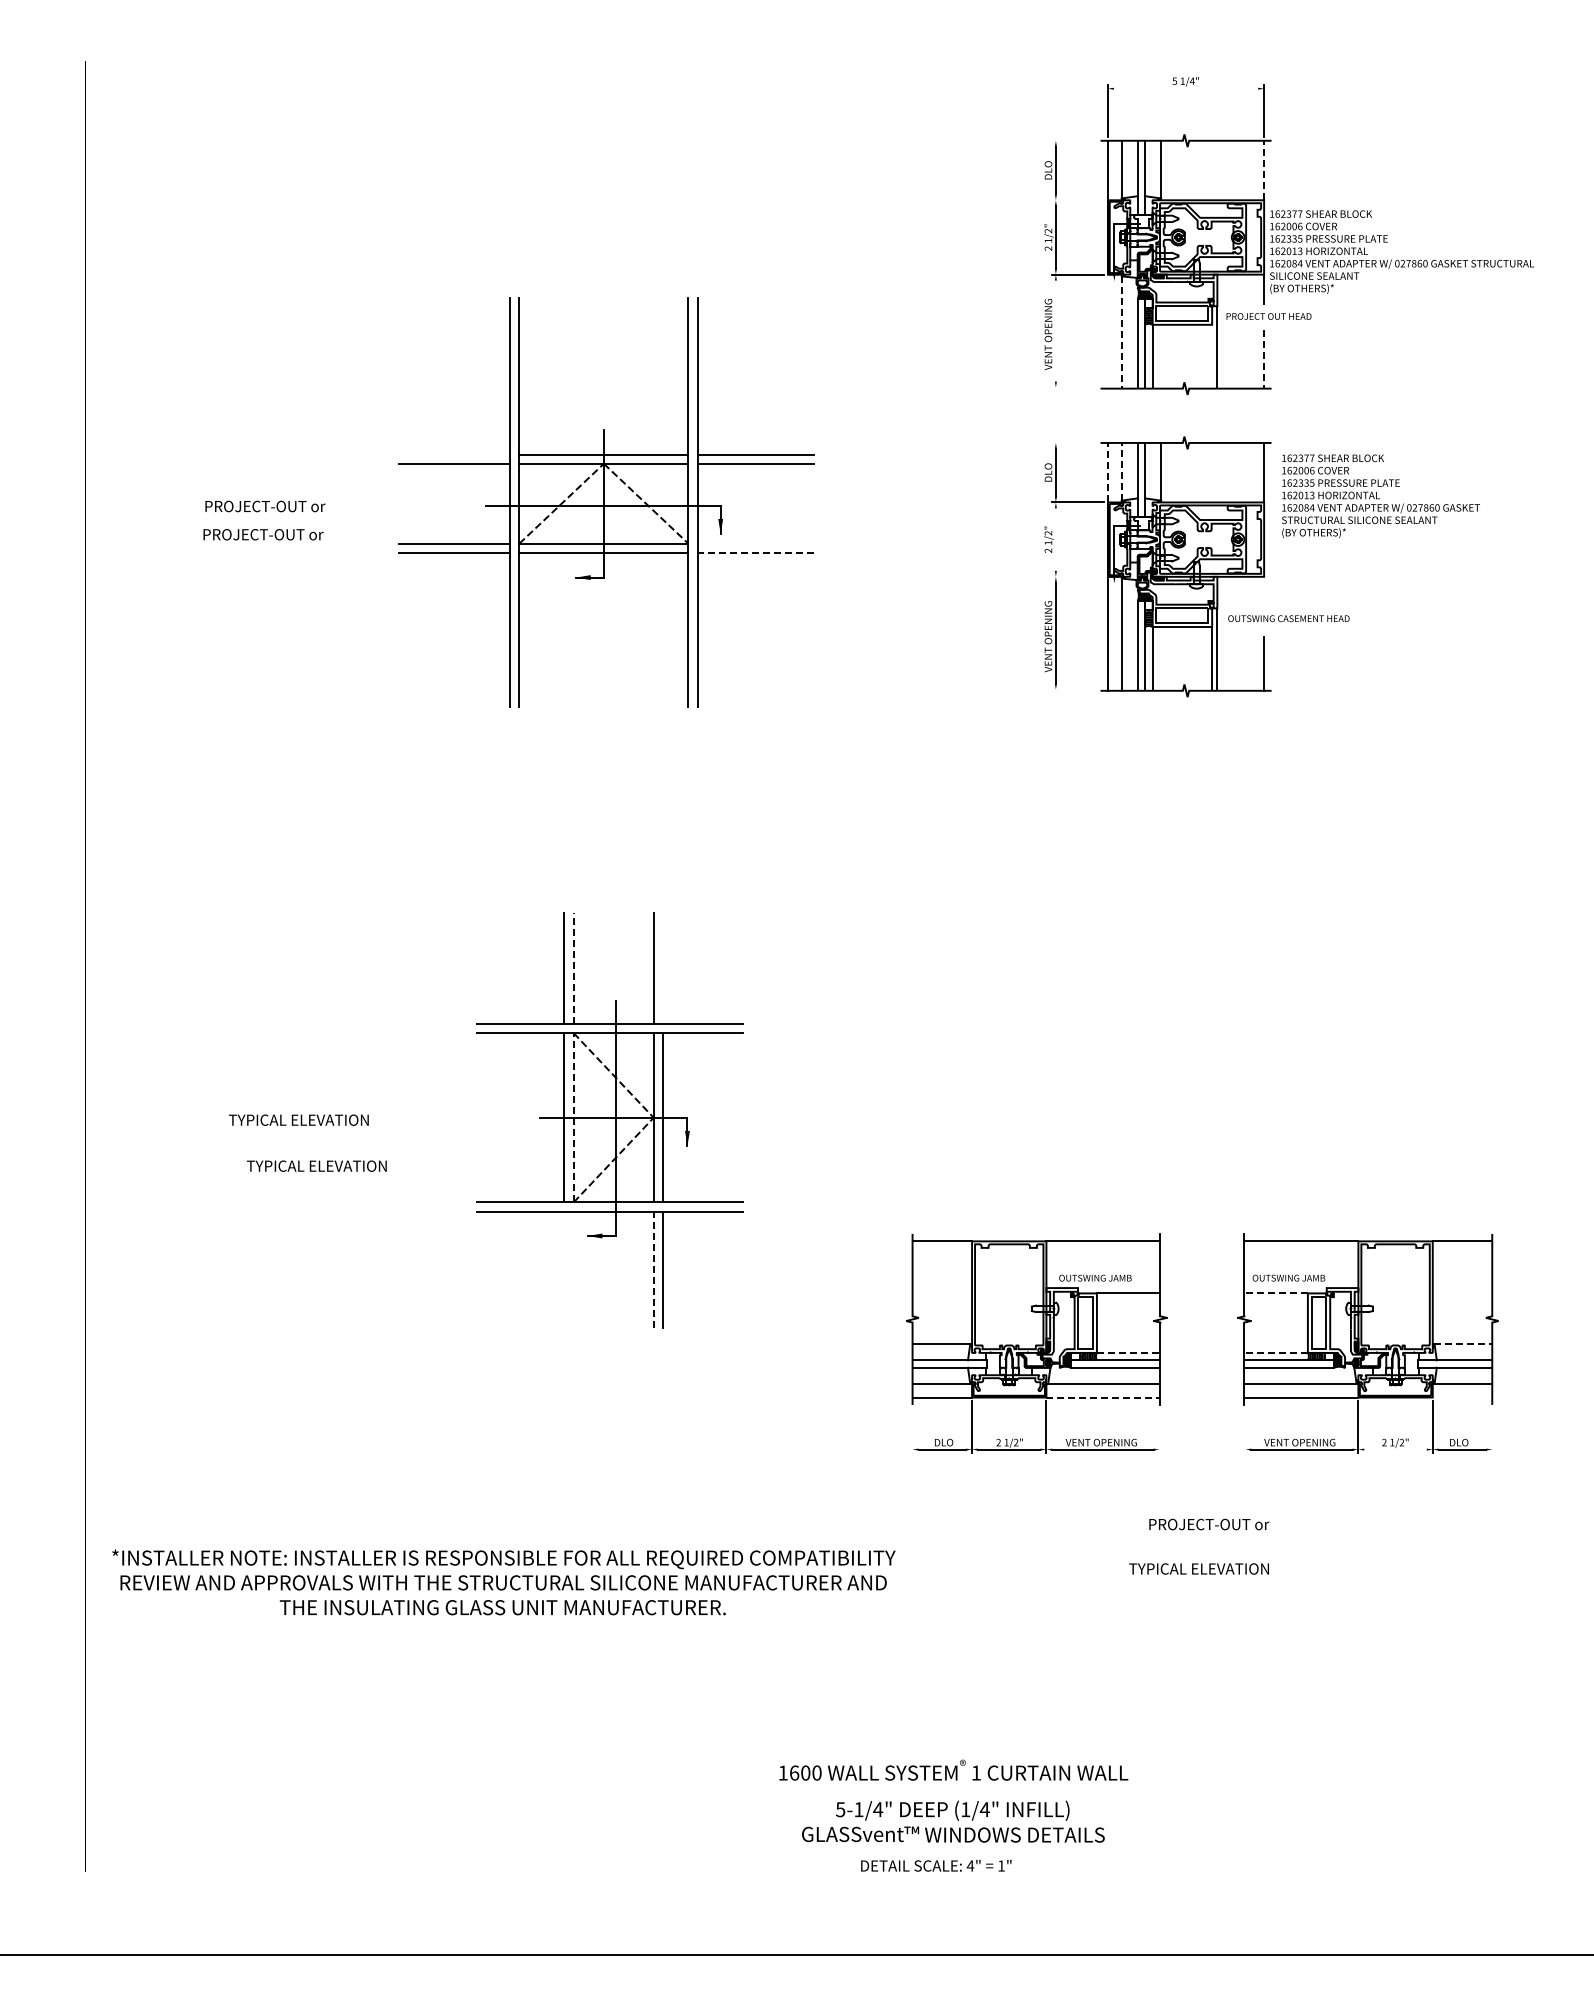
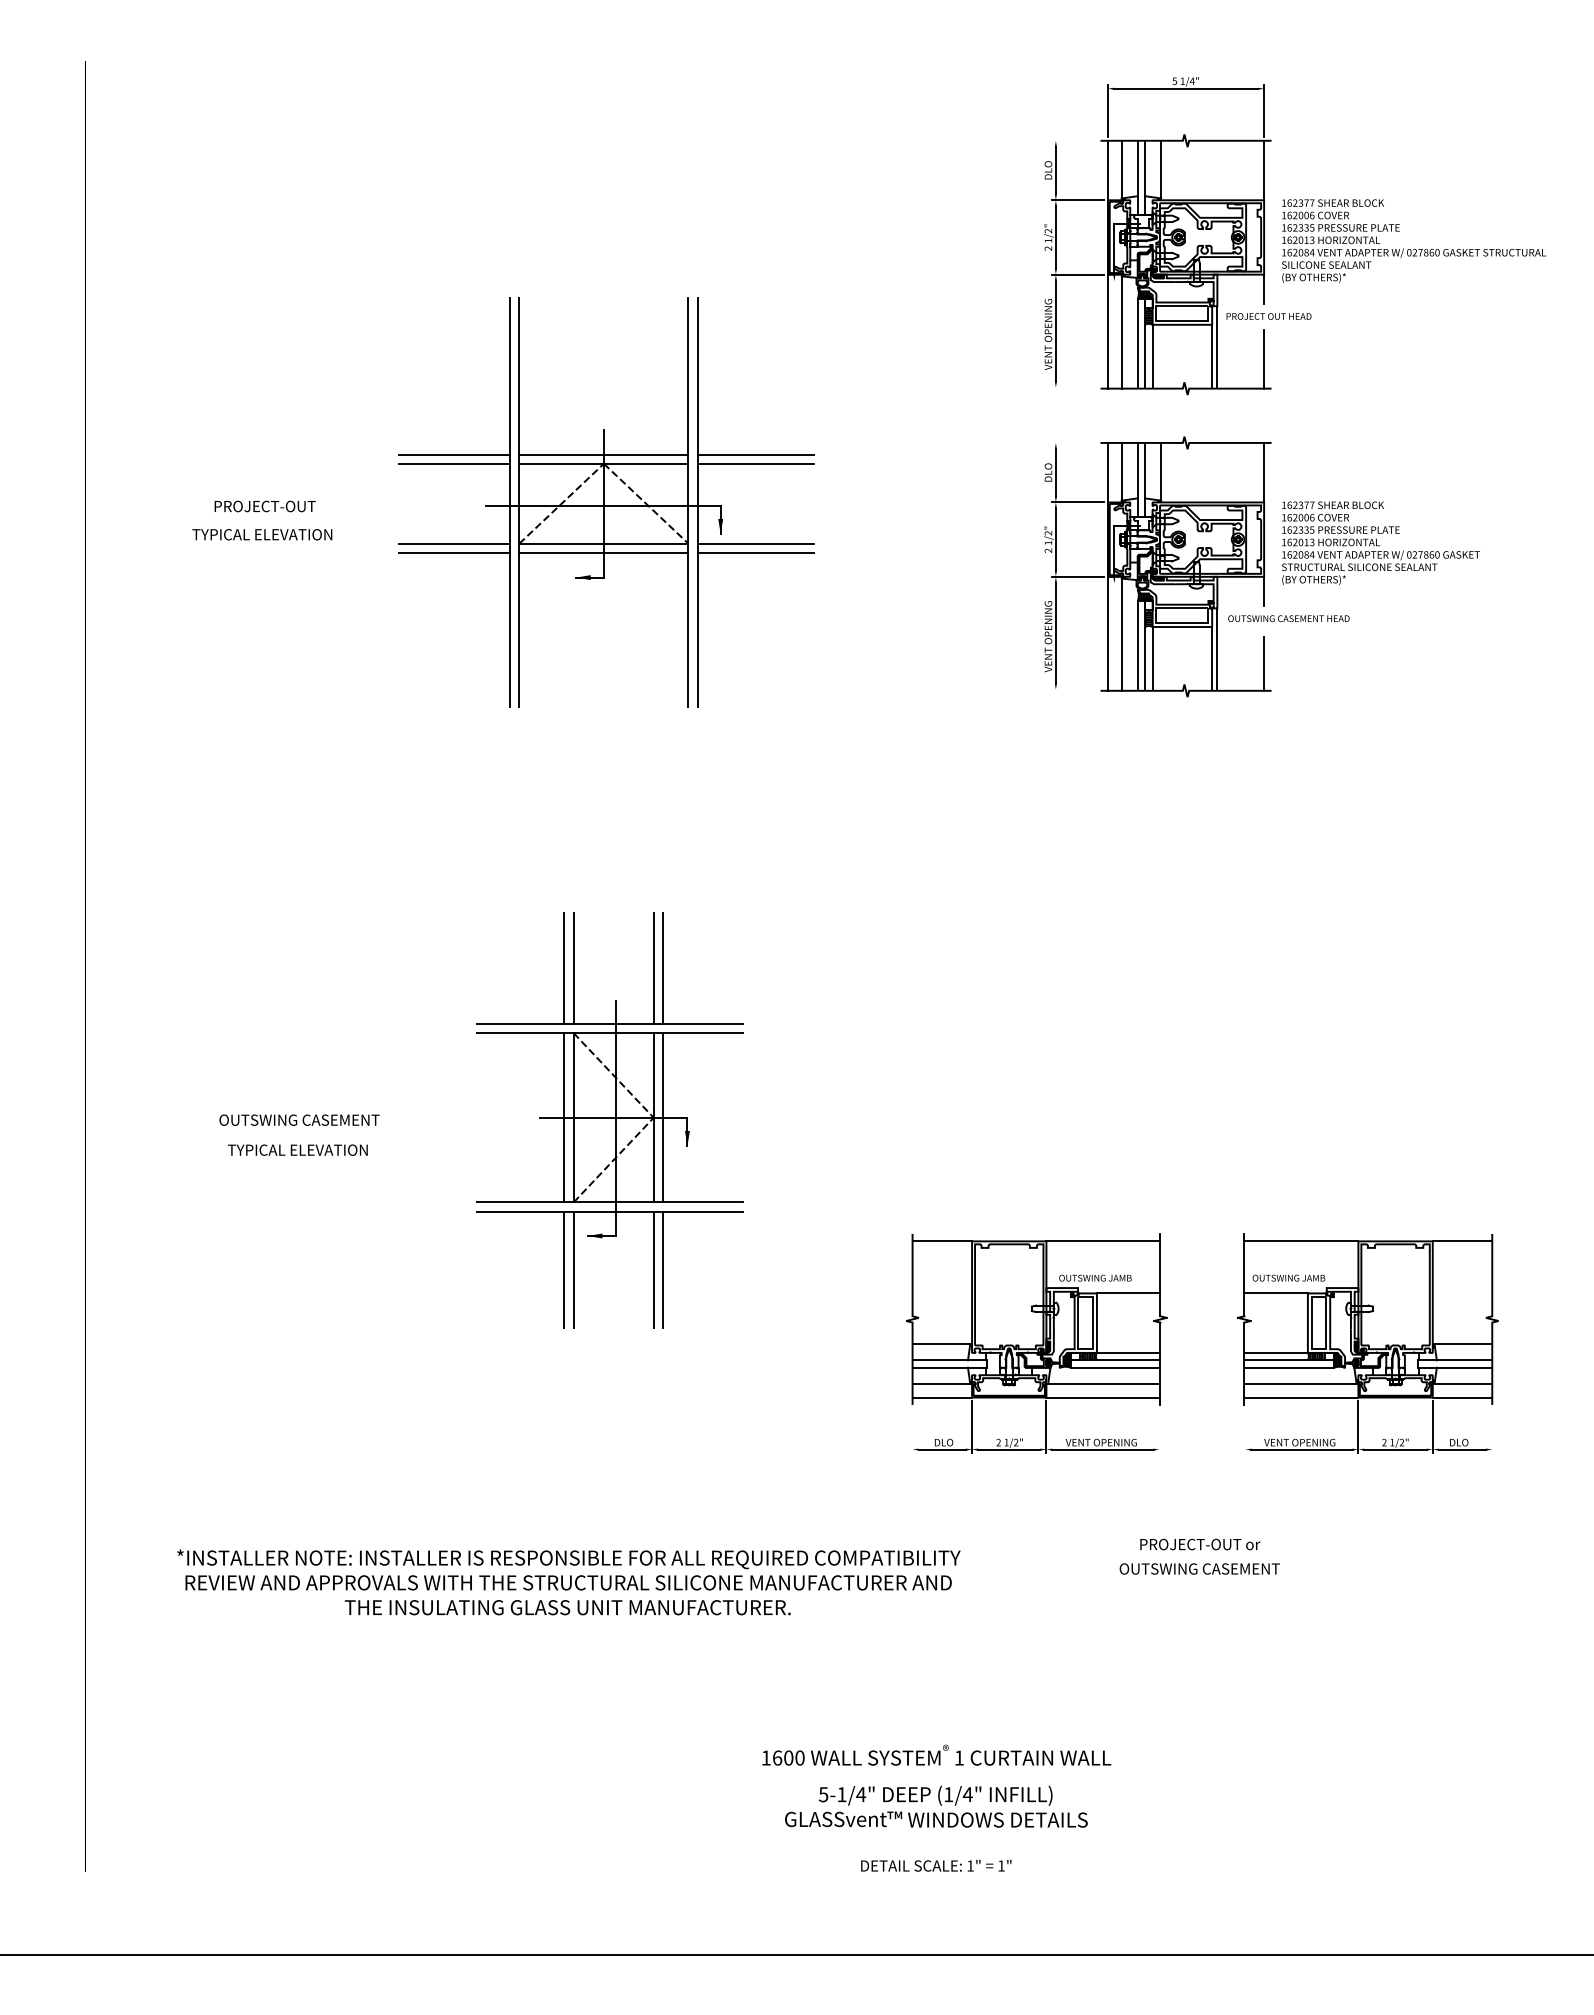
line at (1185, 88): none -> present
line at (1264, 170): dashed -> solid
line at (1078, 200): none -> present
text at (1401, 251) position: (1401, 251) -> (1413, 240)
line at (1055, 331): none -> present
line at (1107, 331): none -> present
line at (1121, 332): dashed -> solid
line at (1212, 355): none -> present
line at (1264, 359): dashed -> solid
line at (454, 454): none -> present
line at (1121, 471): dashed -> solid
line at (1107, 472): dashed -> solid
text at (1380, 496) position: (1380, 496) -> (1380, 543)
text at (265, 506): PROJECT-OUT or -> PROJECT-OUT
text at (262, 534): PROJECT-OUT or -> TYPICAL ELEVATION
line at (1055, 539): none -> present
line at (755, 543): none -> present
line at (755, 553): dashed -> solid
line at (1078, 576): none -> present
line at (1264, 590): none -> present
line at (663, 967): none -> present
line at (573, 968): dashed -> solid
line at (573, 1117): dashed -> solid
text at (299, 1119): TYPICAL ELEVATION -> OUTSWING CASEMENT
text at (316, 1165) position: (316, 1165) -> (297, 1149)
line at (564, 1269): none -> present
line at (573, 1269): none -> present
line at (653, 1269): dashed -> solid
line at (1276, 1293): dashed -> solid
line at (1463, 1344): dashed -> solid
line at (1128, 1352): dashed -> solid
line at (1276, 1352): dashed -> solid
line at (1103, 1397): dashed -> solid
line at (1462, 1397): none -> present
line at (1395, 1449): none -> present
text at (1209, 1524) position: (1209, 1524) -> (1200, 1544)
text at (1199, 1568): TYPICAL ELEVATION -> OUTSWING CASEMENT
text at (503, 1582) position: (503, 1582) -> (568, 1582)
text at (953, 1800) position: (953, 1800) -> (936, 1785)
text at (970, 1865): 4" -> 1"
